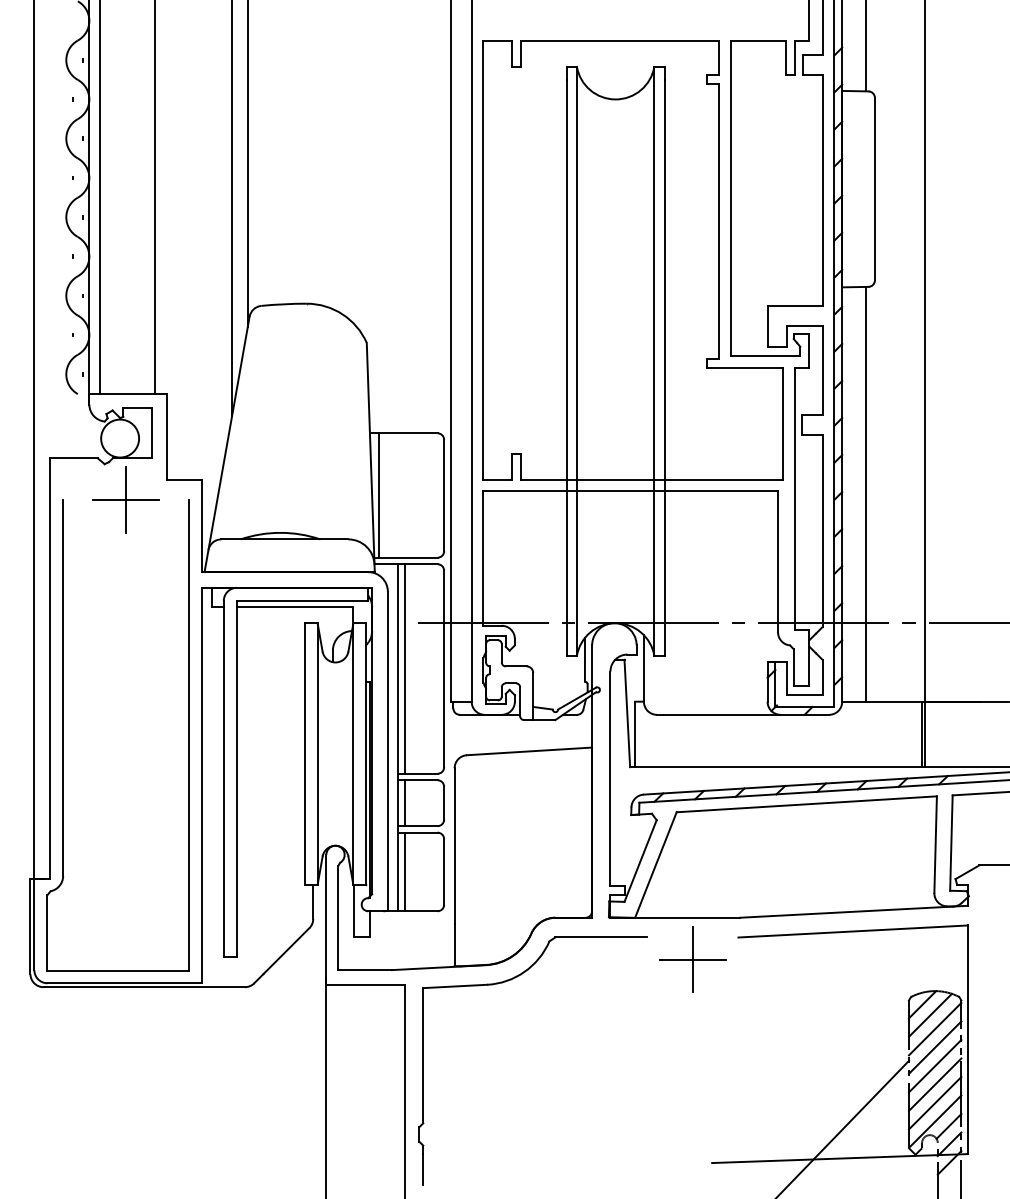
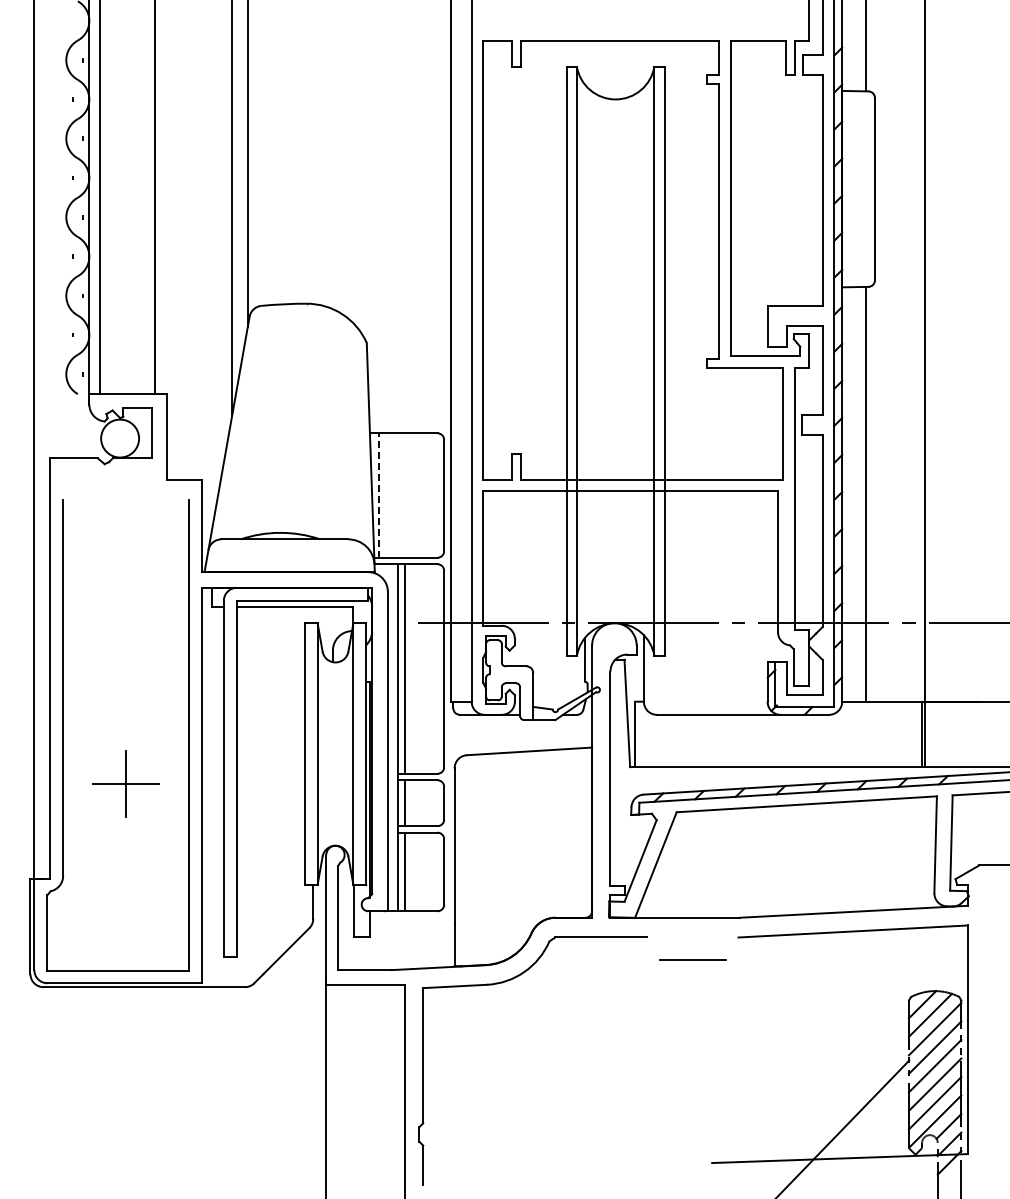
line at (378, 495): solid -> dashed
part at (125, 499) position: (125, 499) -> (125, 783)
line at (692, 959): present -> none
